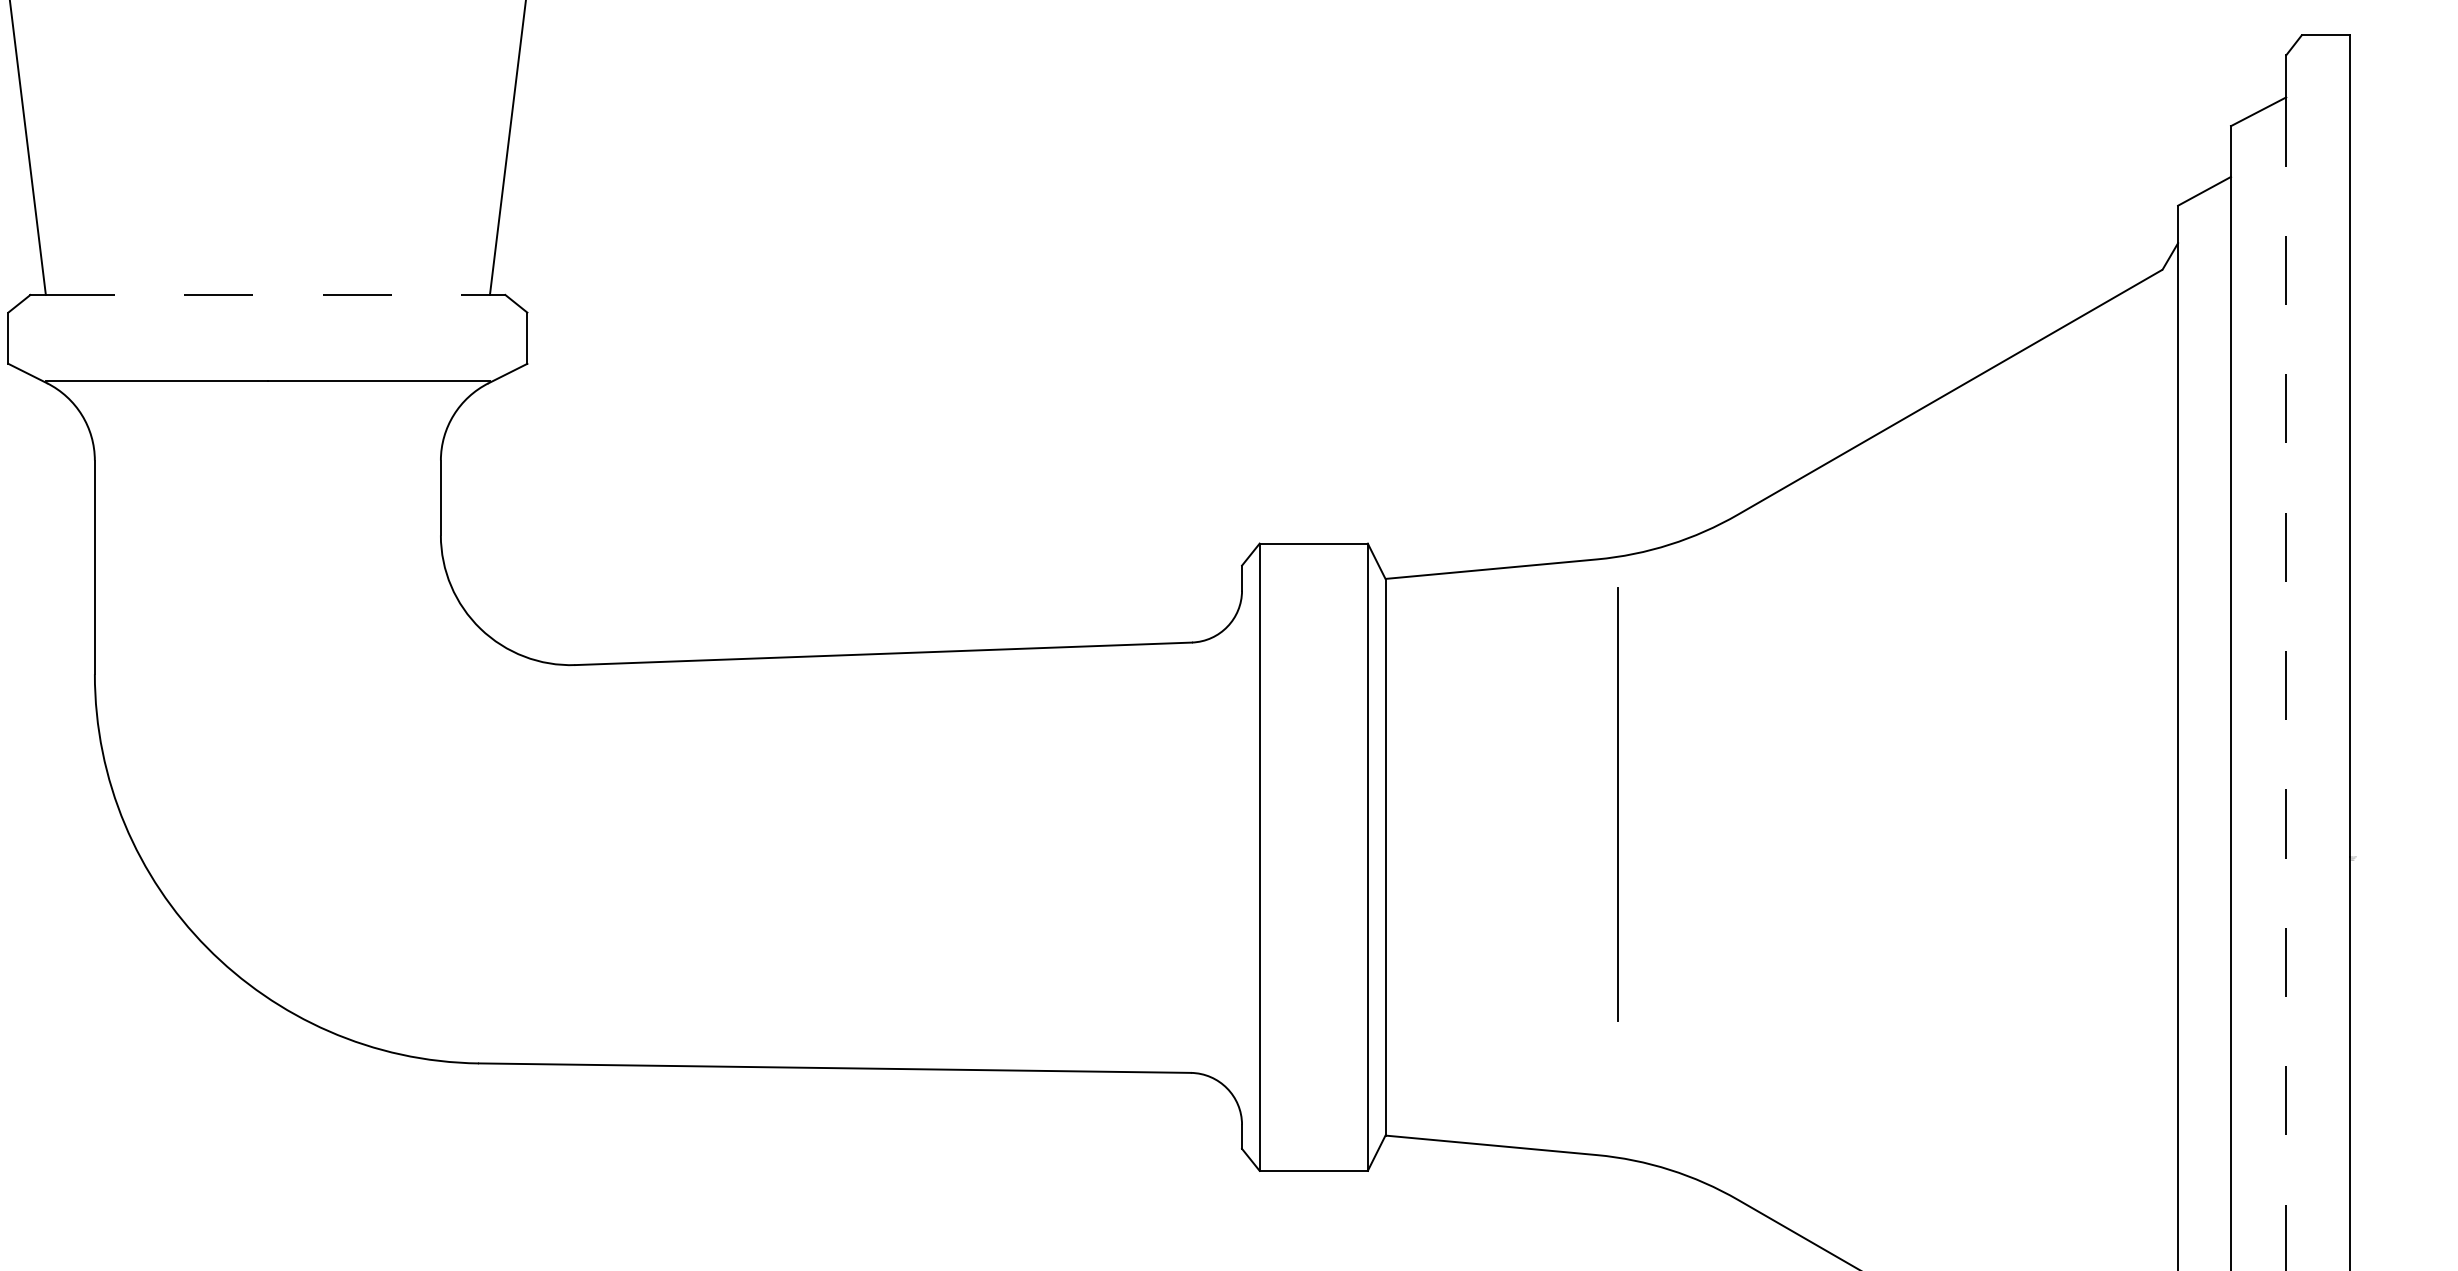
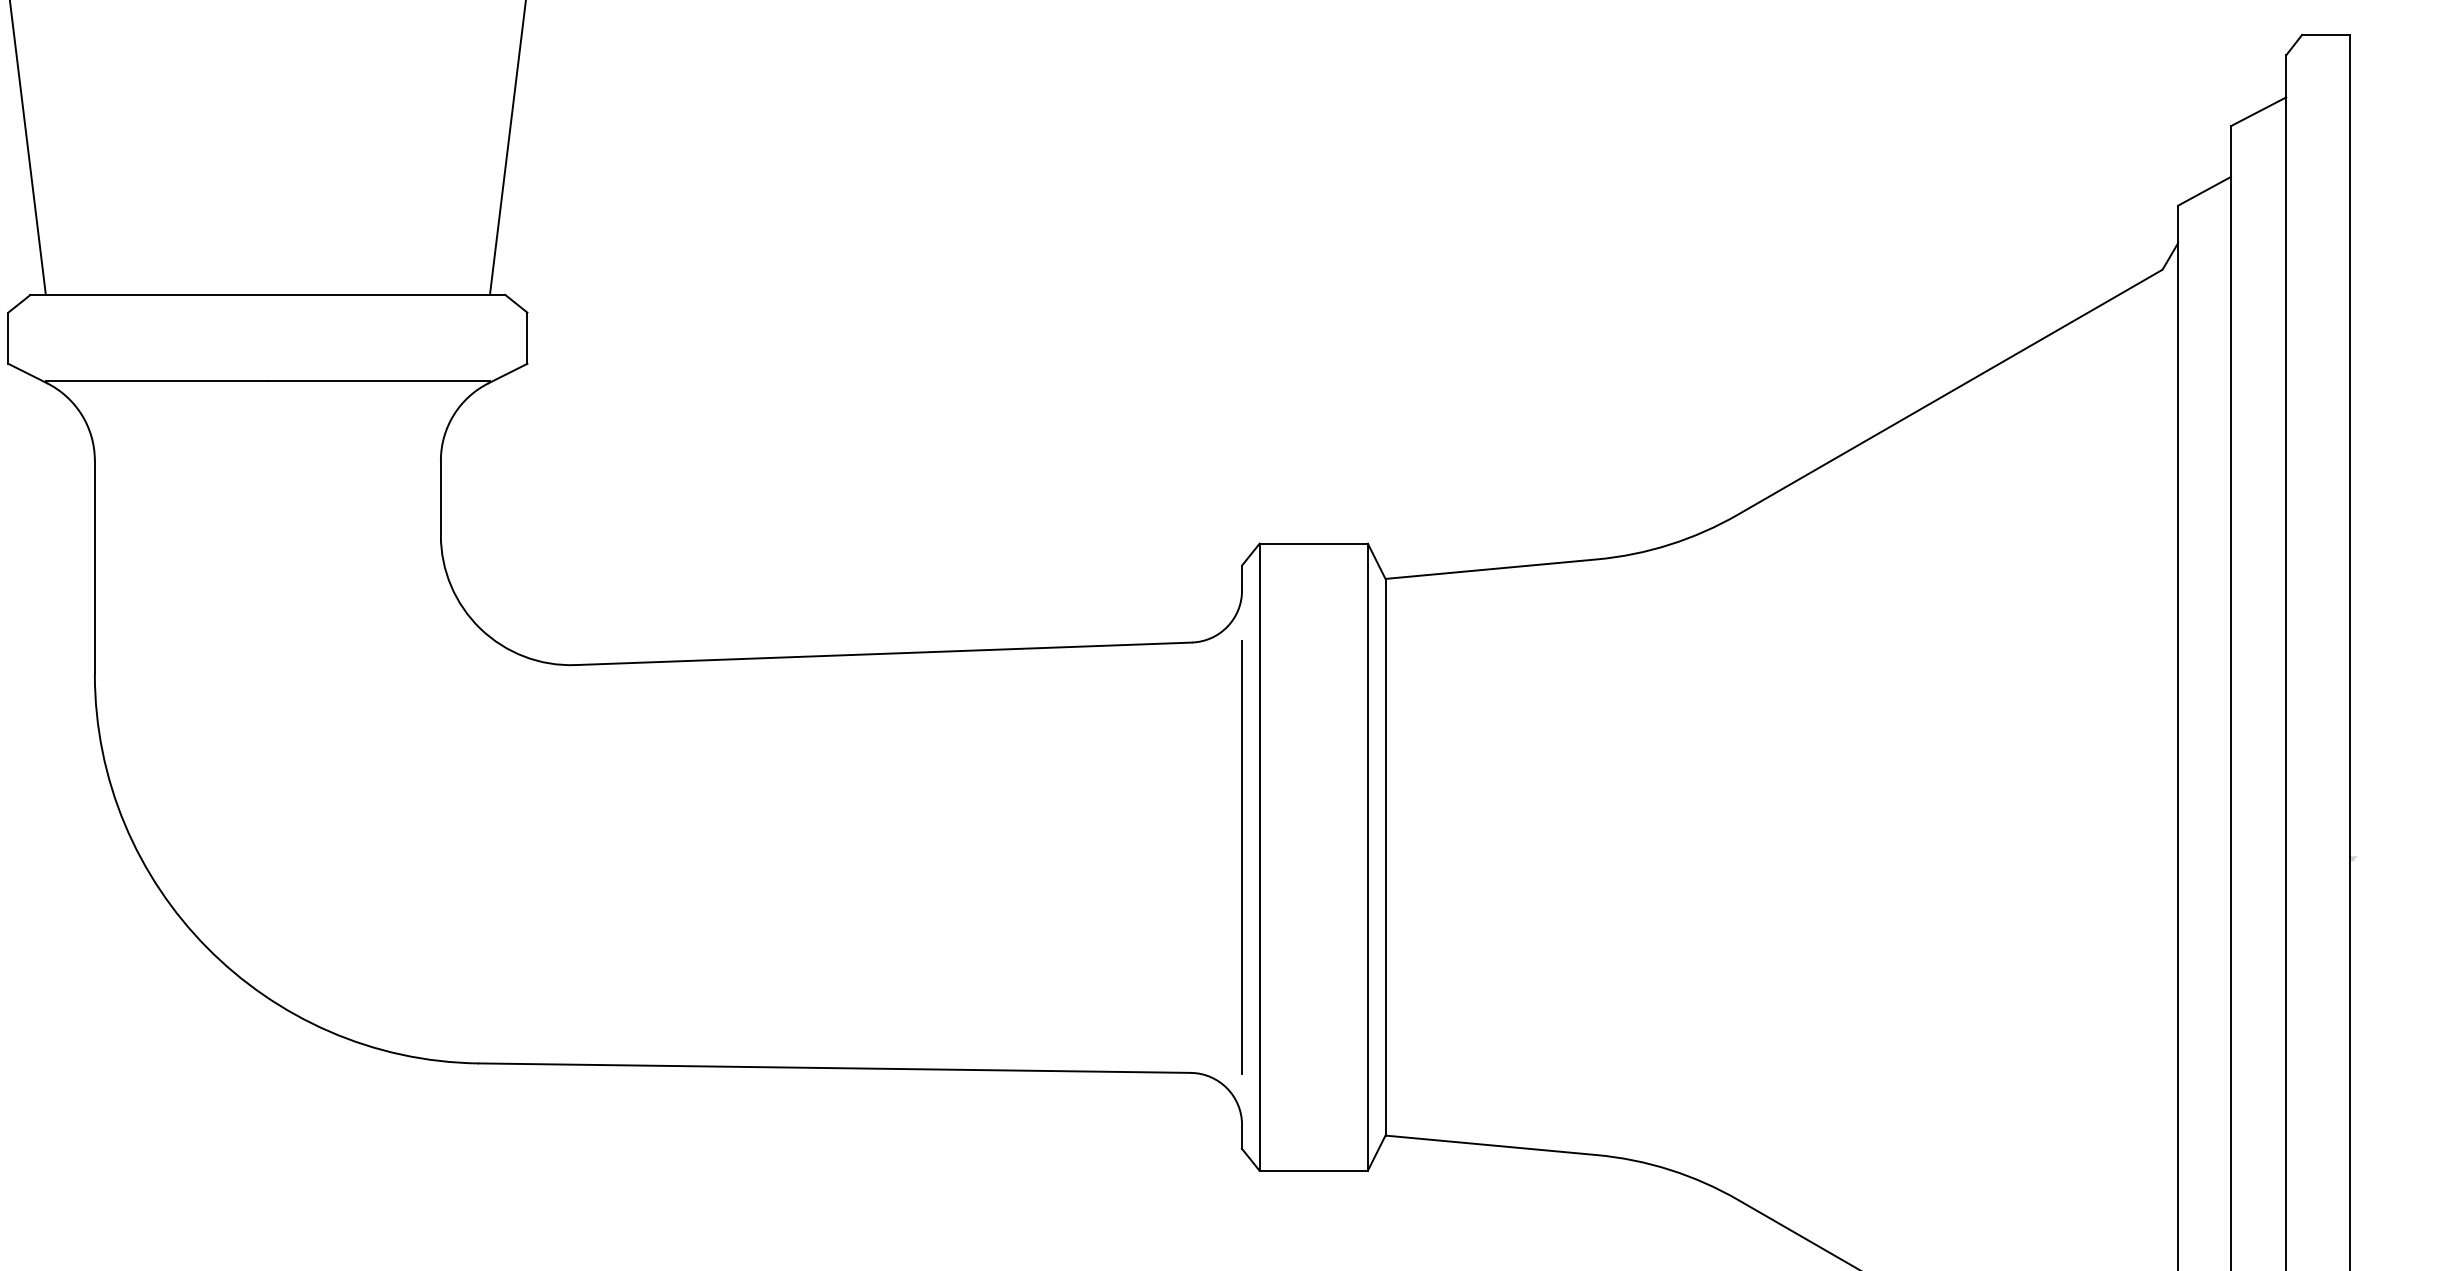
line at (268, 294): dashed -> solid
line at (2286, 684): dashed -> solid
line at (1617, 804) position: (1617, 804) -> (1241, 857)
